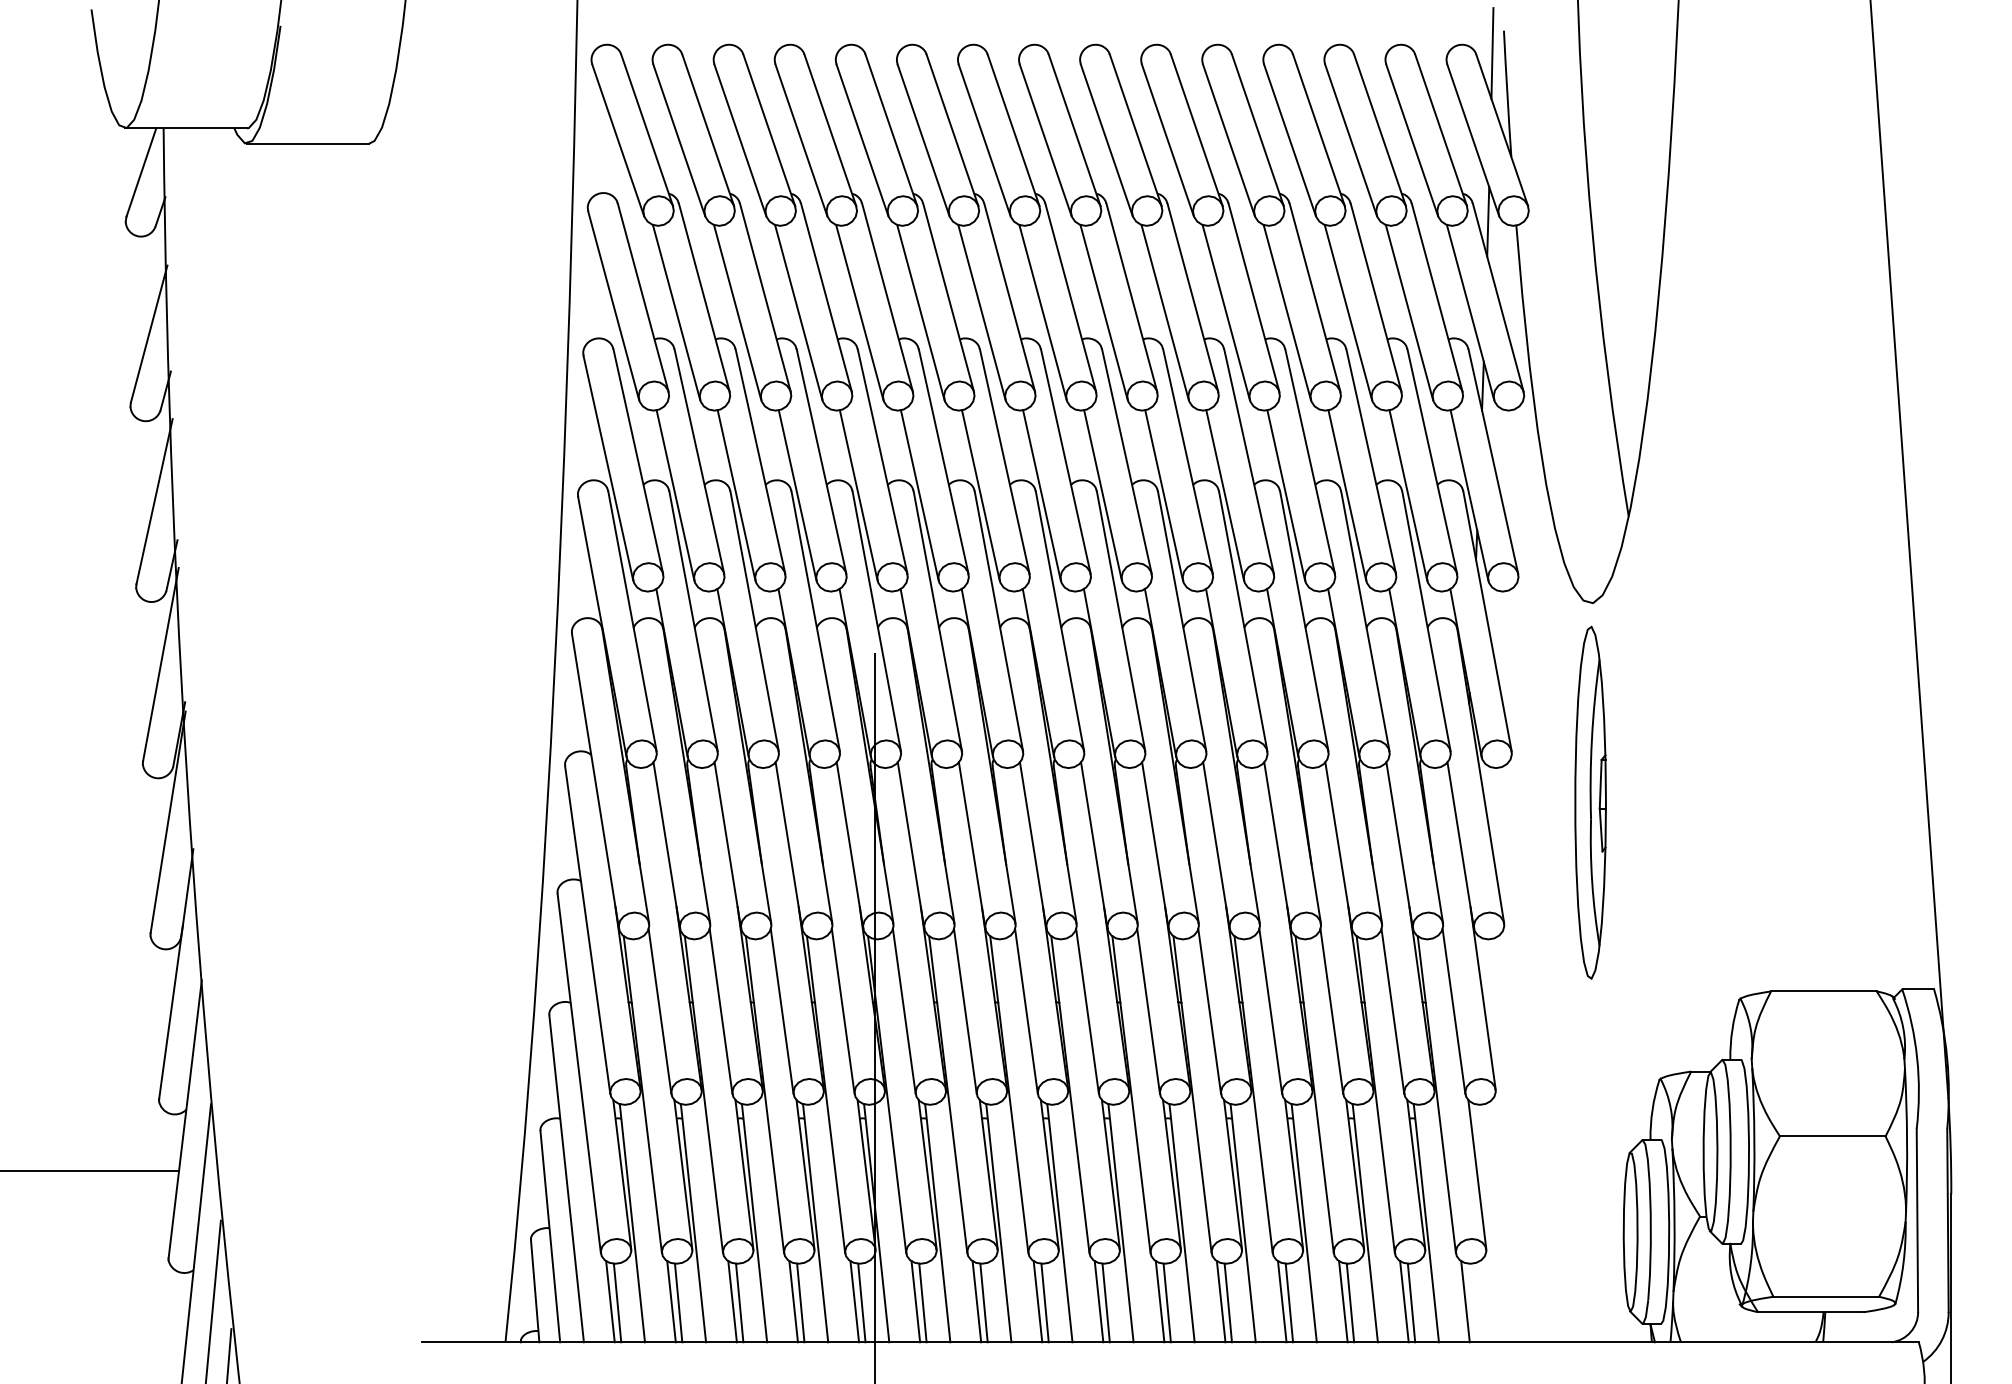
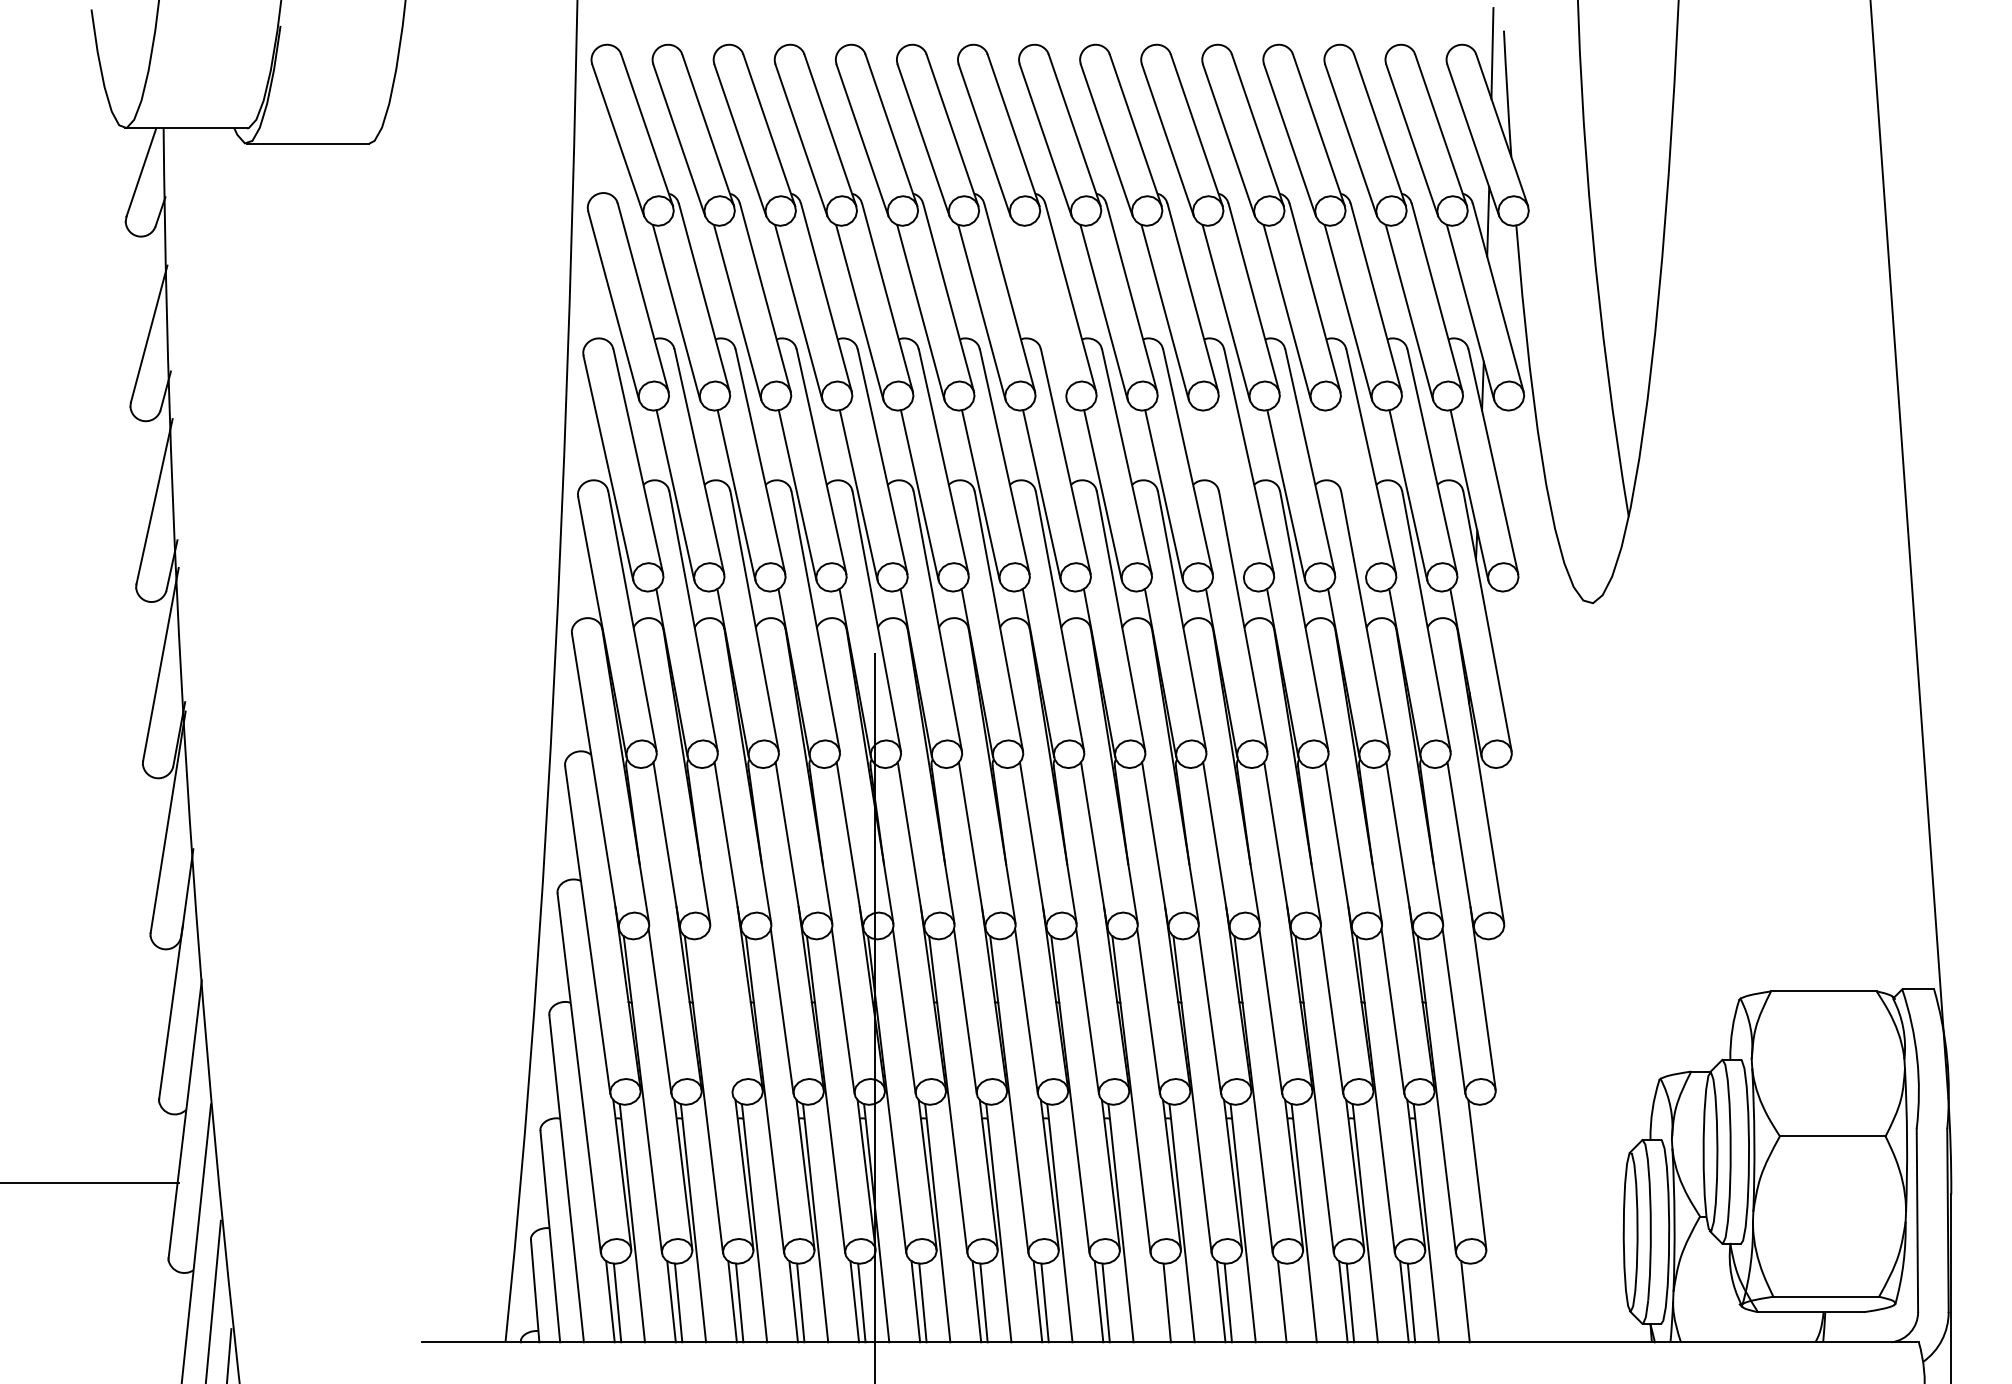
line at (1042, 312): present -> none
line at (1225, 495): present -> none
line at (1347, 495): present -> none
part at (1590, 802): present -> none
line at (720, 1011): present -> none
line at (90, 1170) position: (90, 1170) -> (90, 1182)
line at (1159, 1301): present -> none
line at (1289, 1302): present -> none
